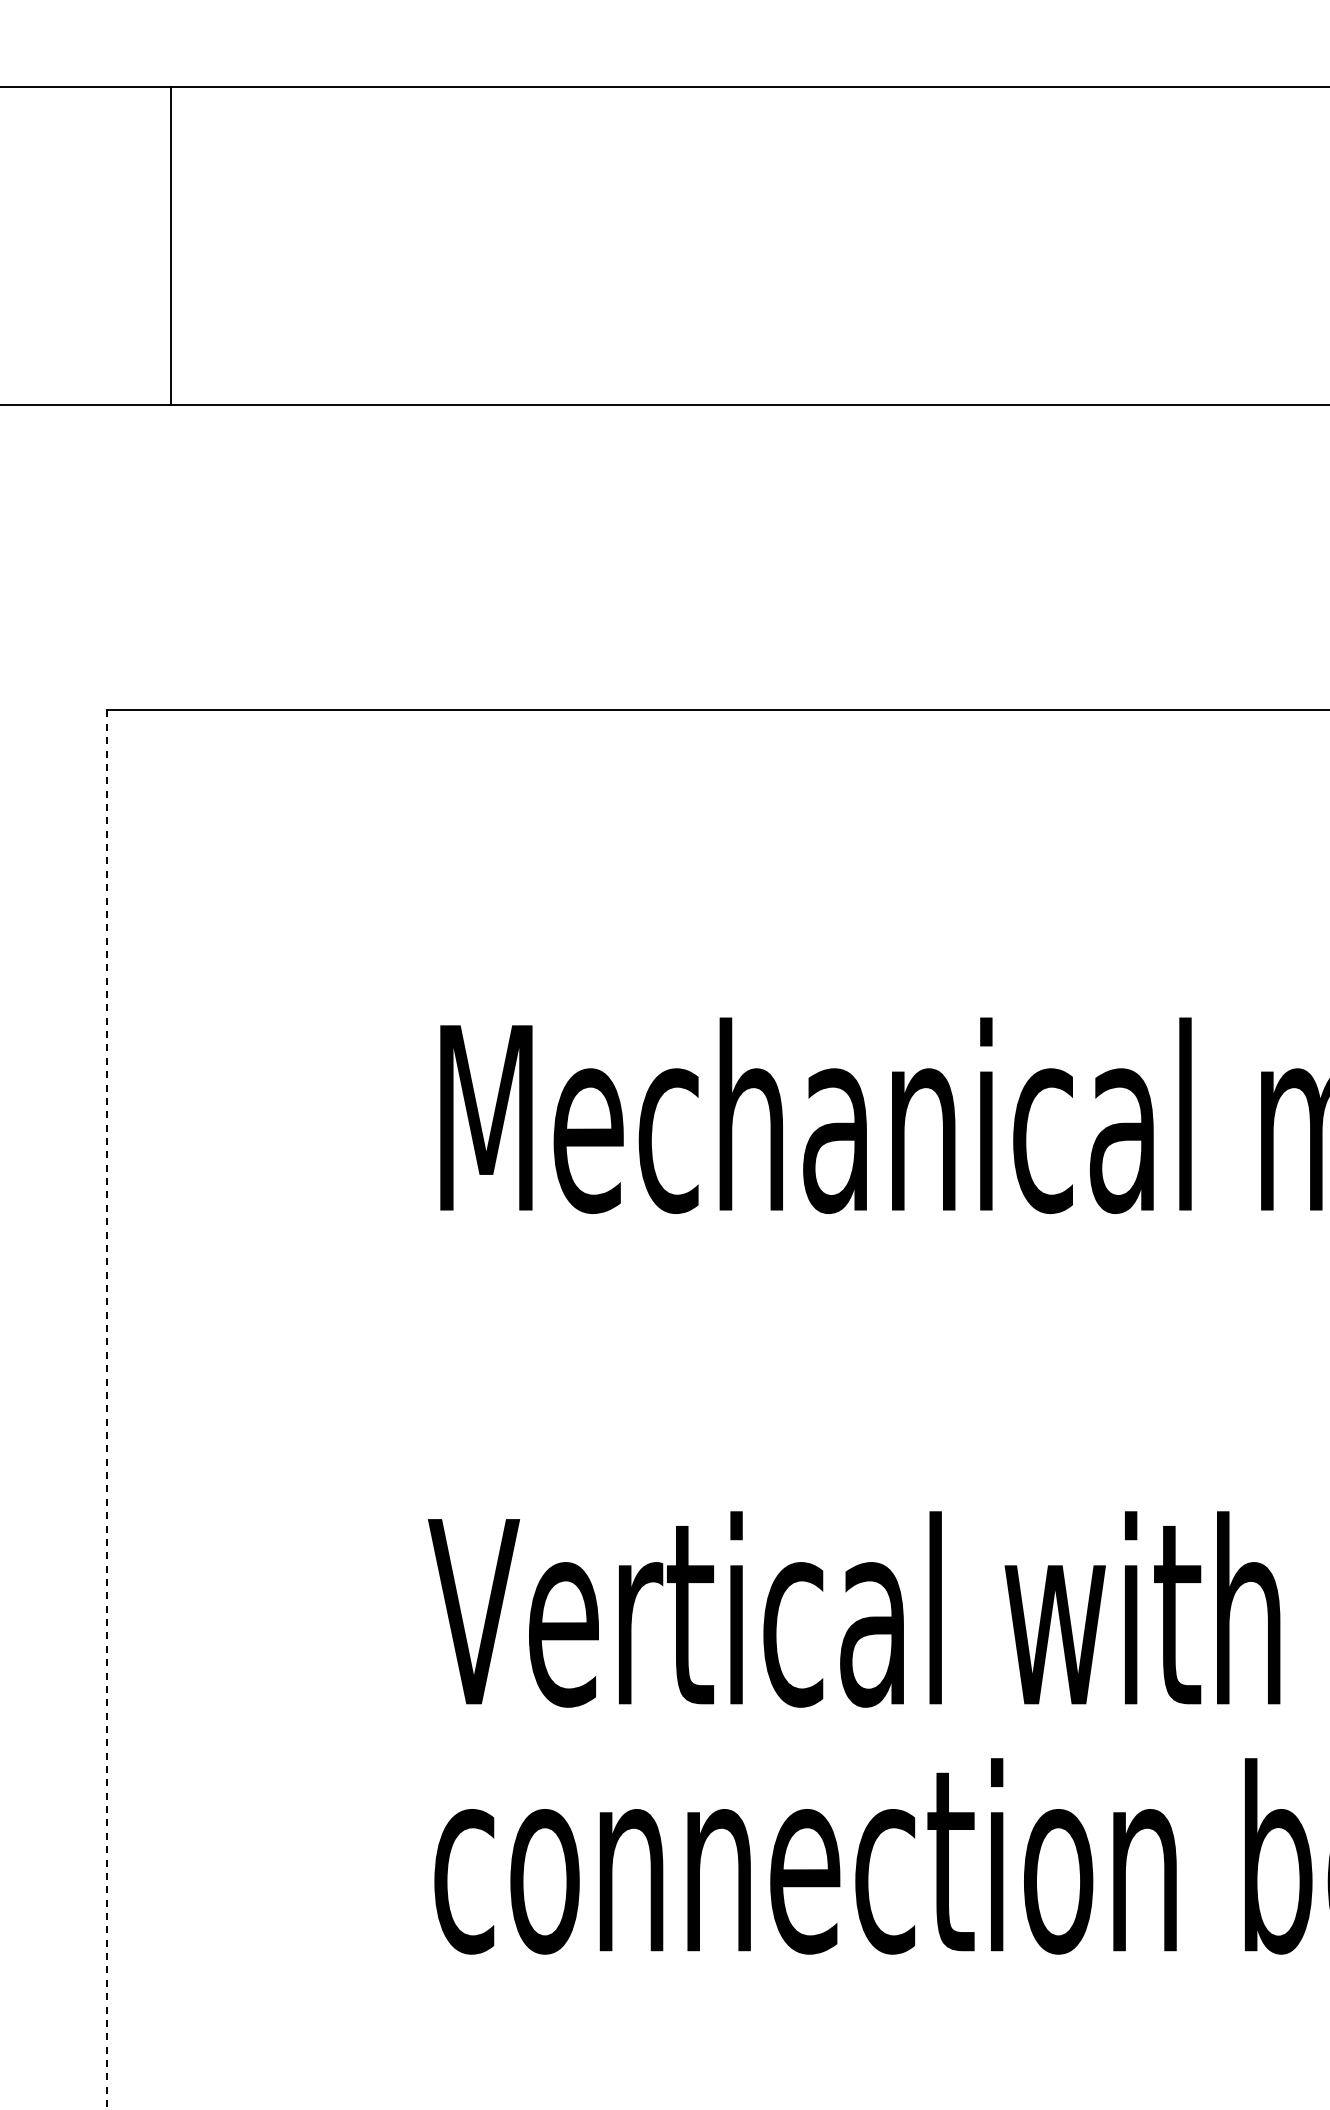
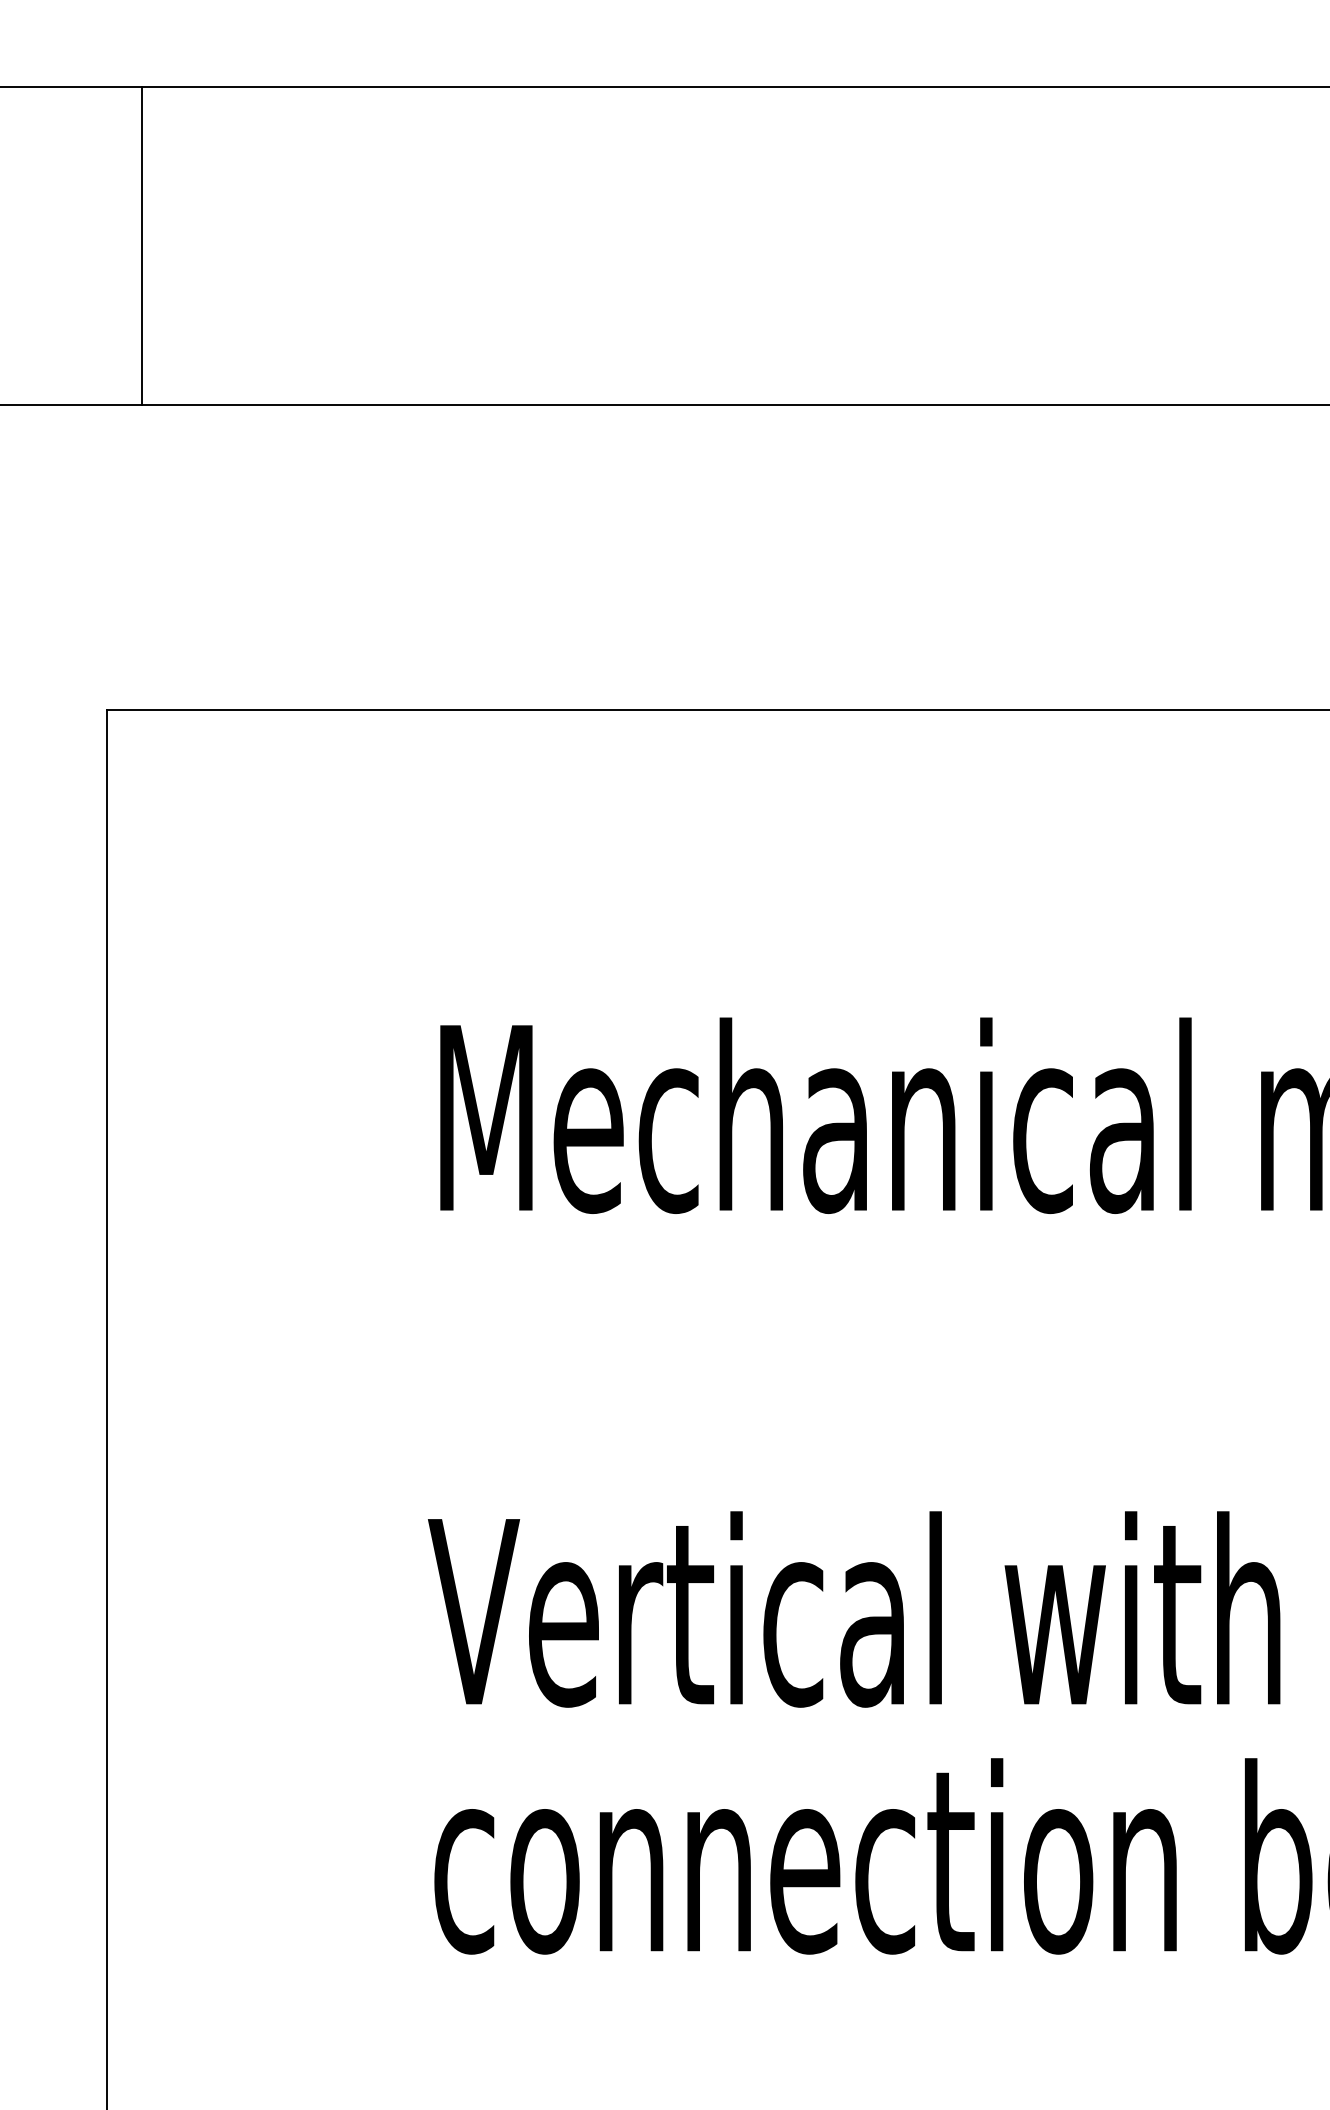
line at (170, 246) position: (170, 246) -> (141, 246)
line at (106, 1410): dashed -> solid
